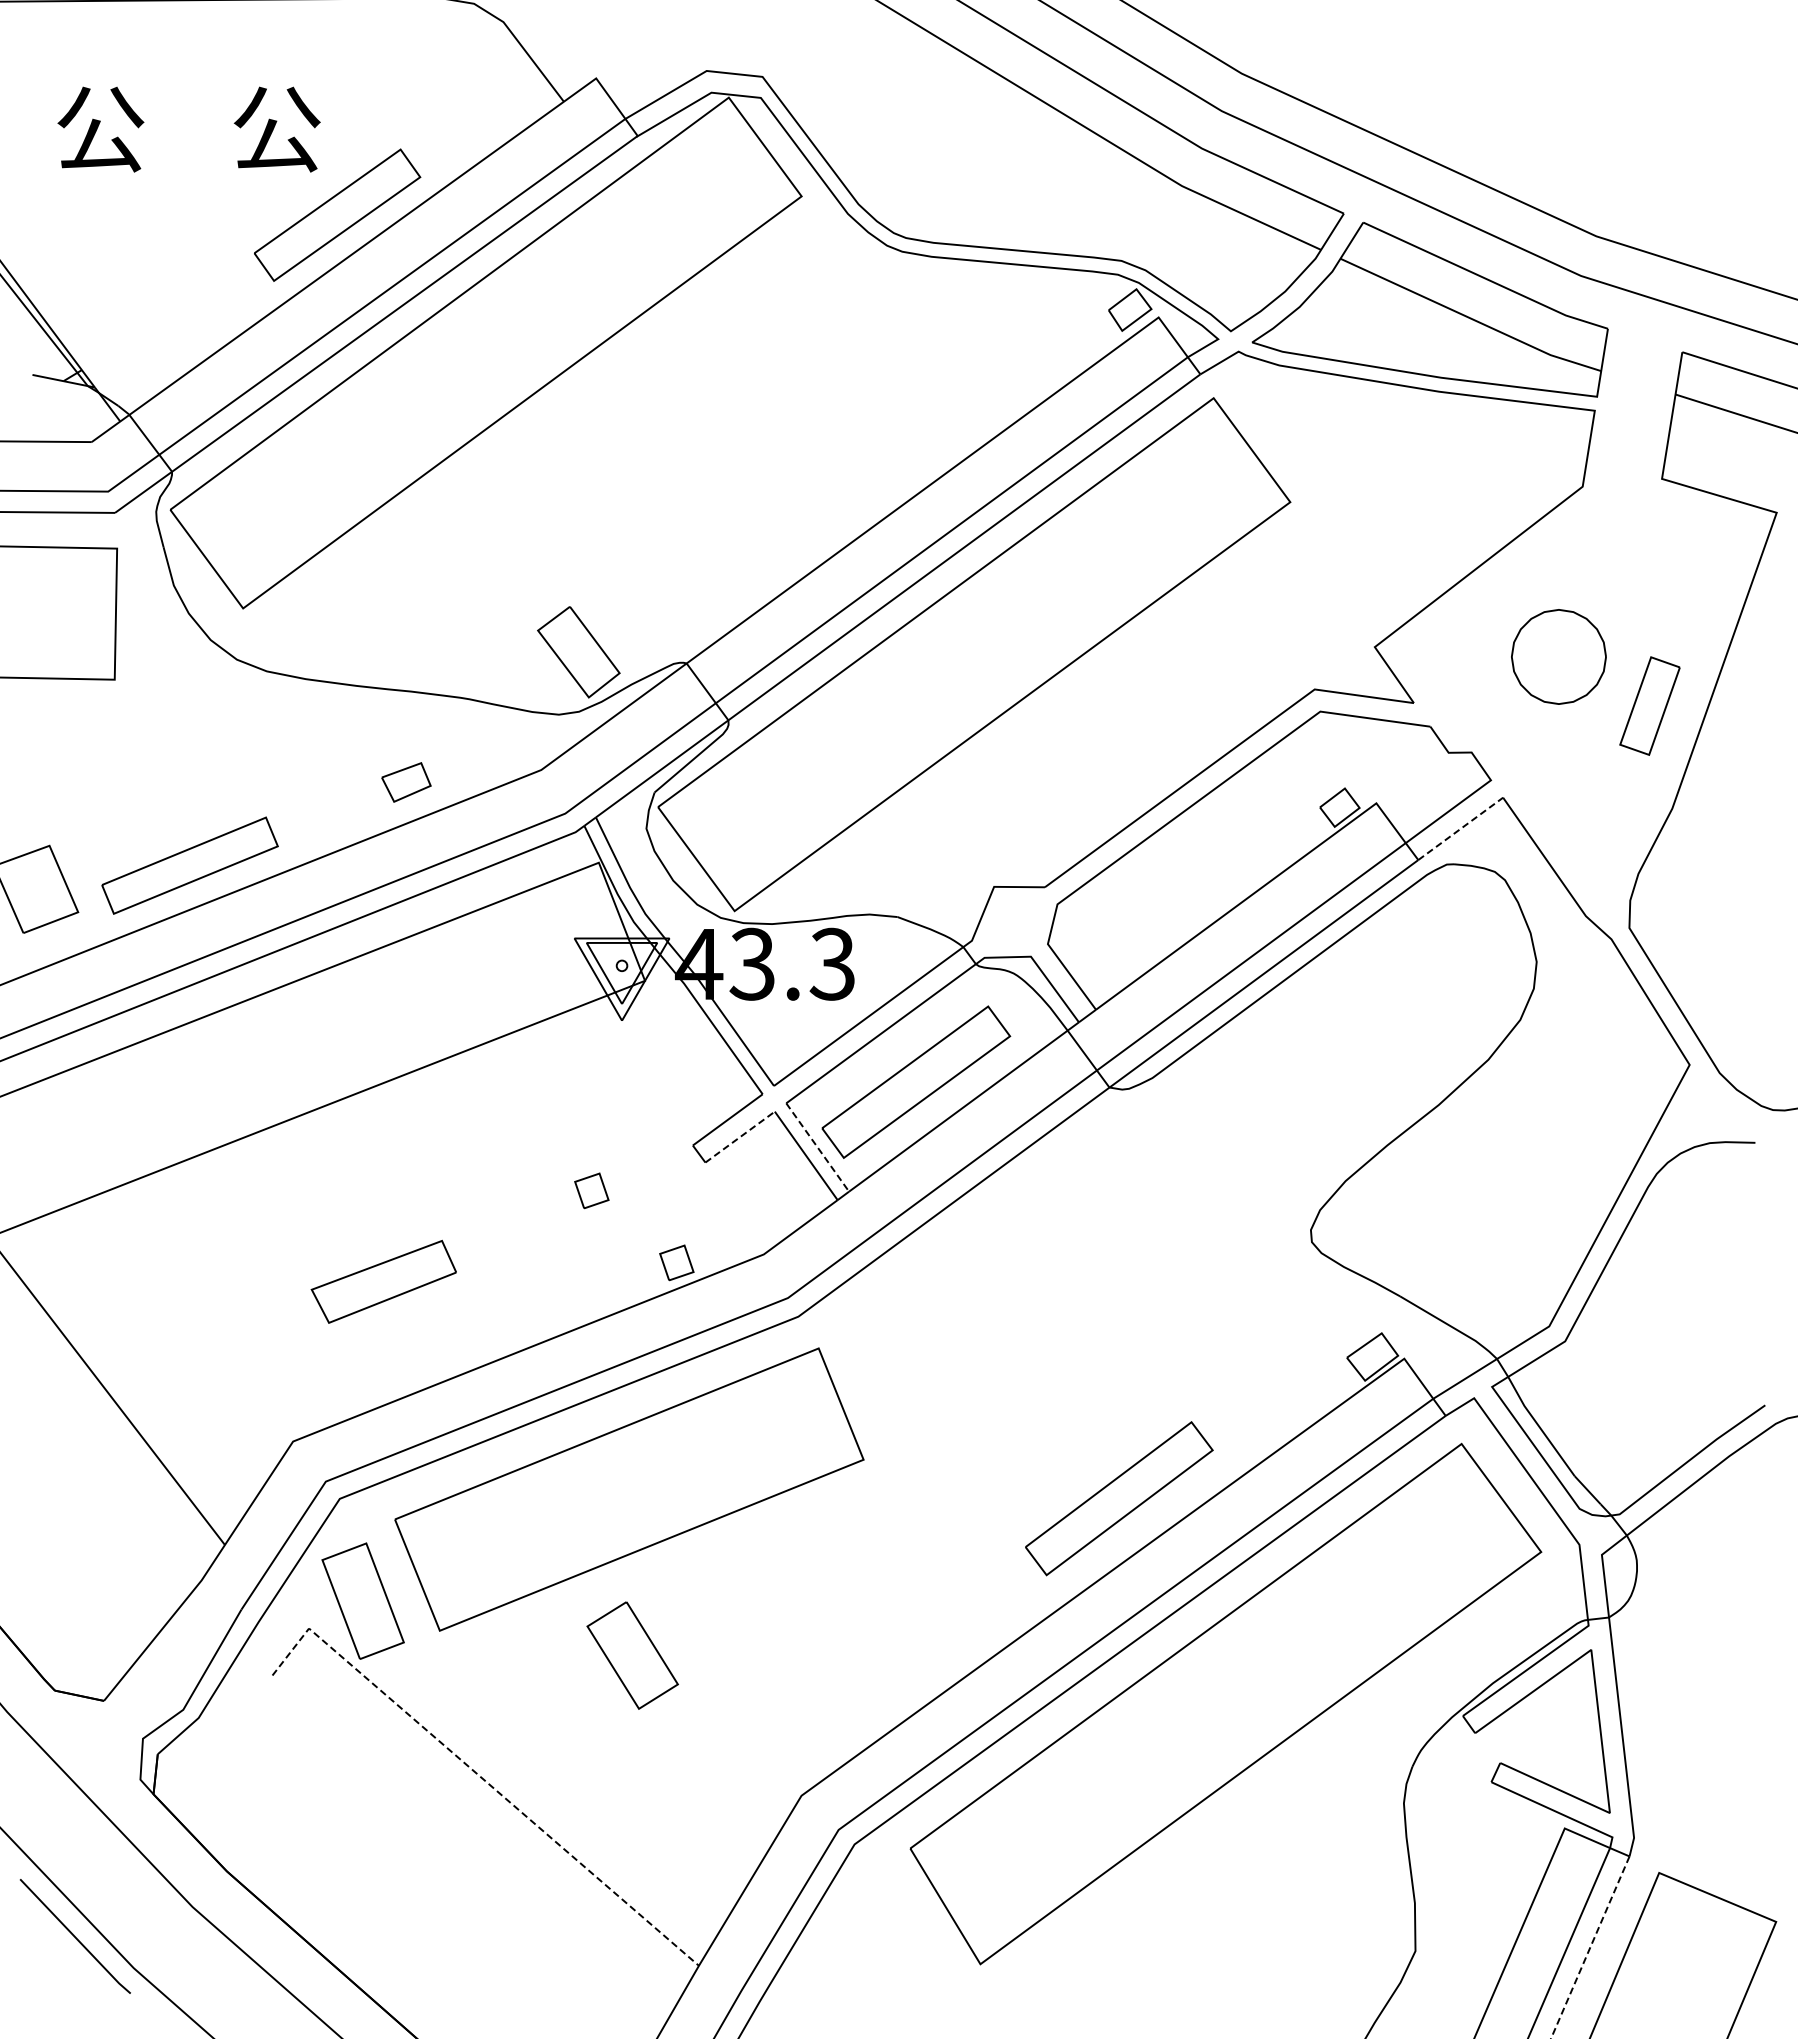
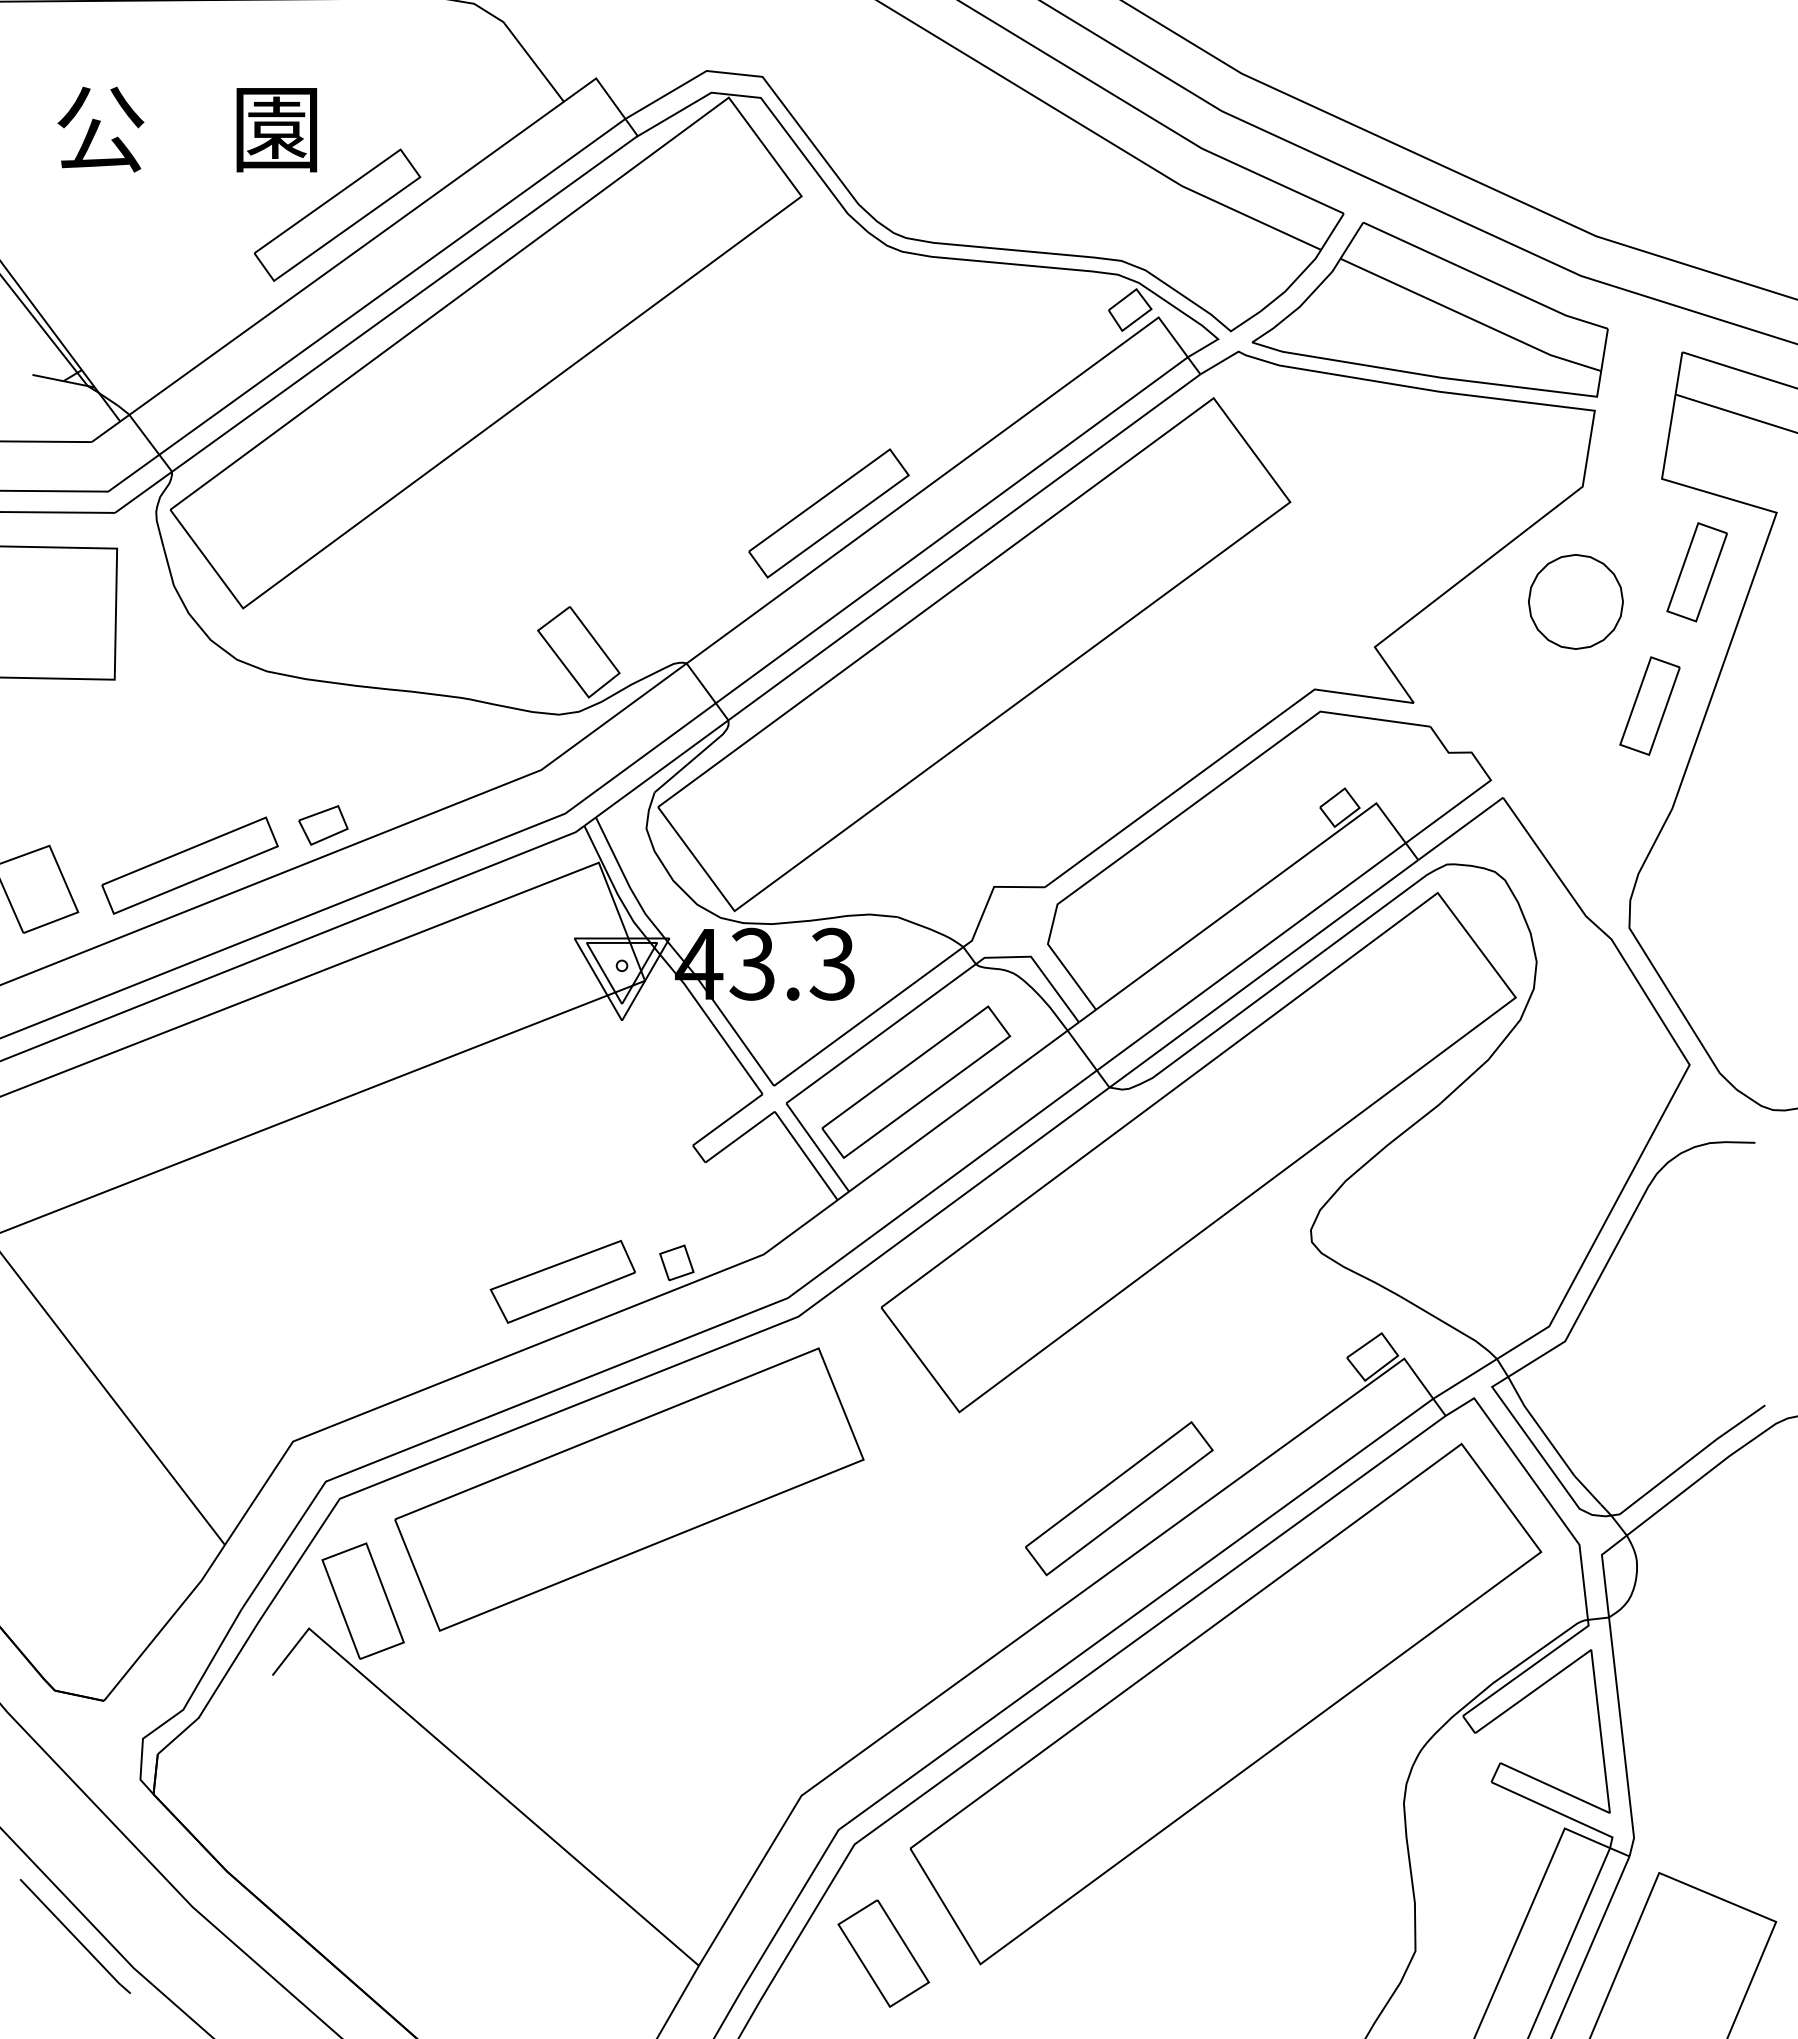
text at (276, 129): 公 -> 園
part at (828, 513): none -> present
part at (1696, 572): none -> present
part at (1558, 656) position: (1558, 656) -> (1575, 601)
part at (406, 782) position: (406, 782) -> (323, 825)
line at (1460, 828): dashed -> solid
line at (740, 1136): dashed -> solid
line at (817, 1147): dashed -> solid
part at (1198, 1152): none -> present
part at (591, 1190): present -> none
part at (383, 1281) position: (383, 1281) -> (562, 1281)
part at (632, 1655) position: (632, 1655) -> (883, 1953)
line at (481, 1777): dashed -> solid
line at (1590, 1947): dashed -> solid
